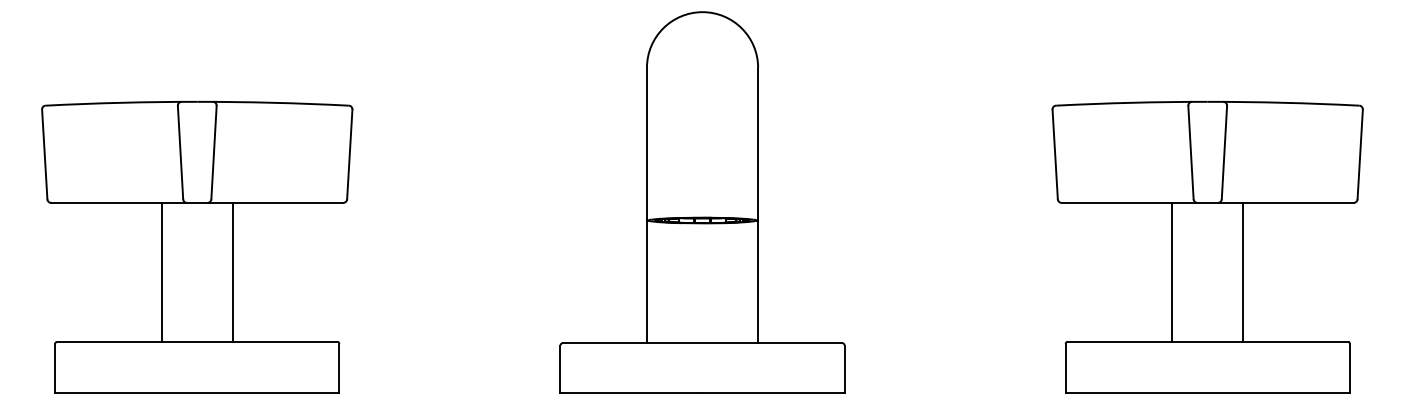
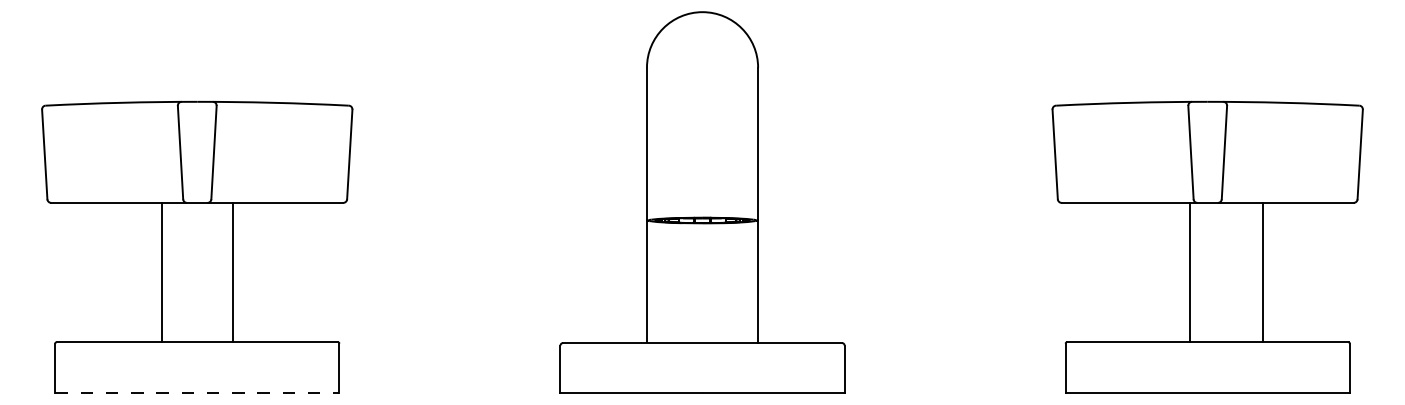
line at (1172, 272) position: (1172, 272) -> (1190, 272)
line at (1243, 272) position: (1243, 272) -> (1263, 272)
line at (197, 392): solid -> dashed
